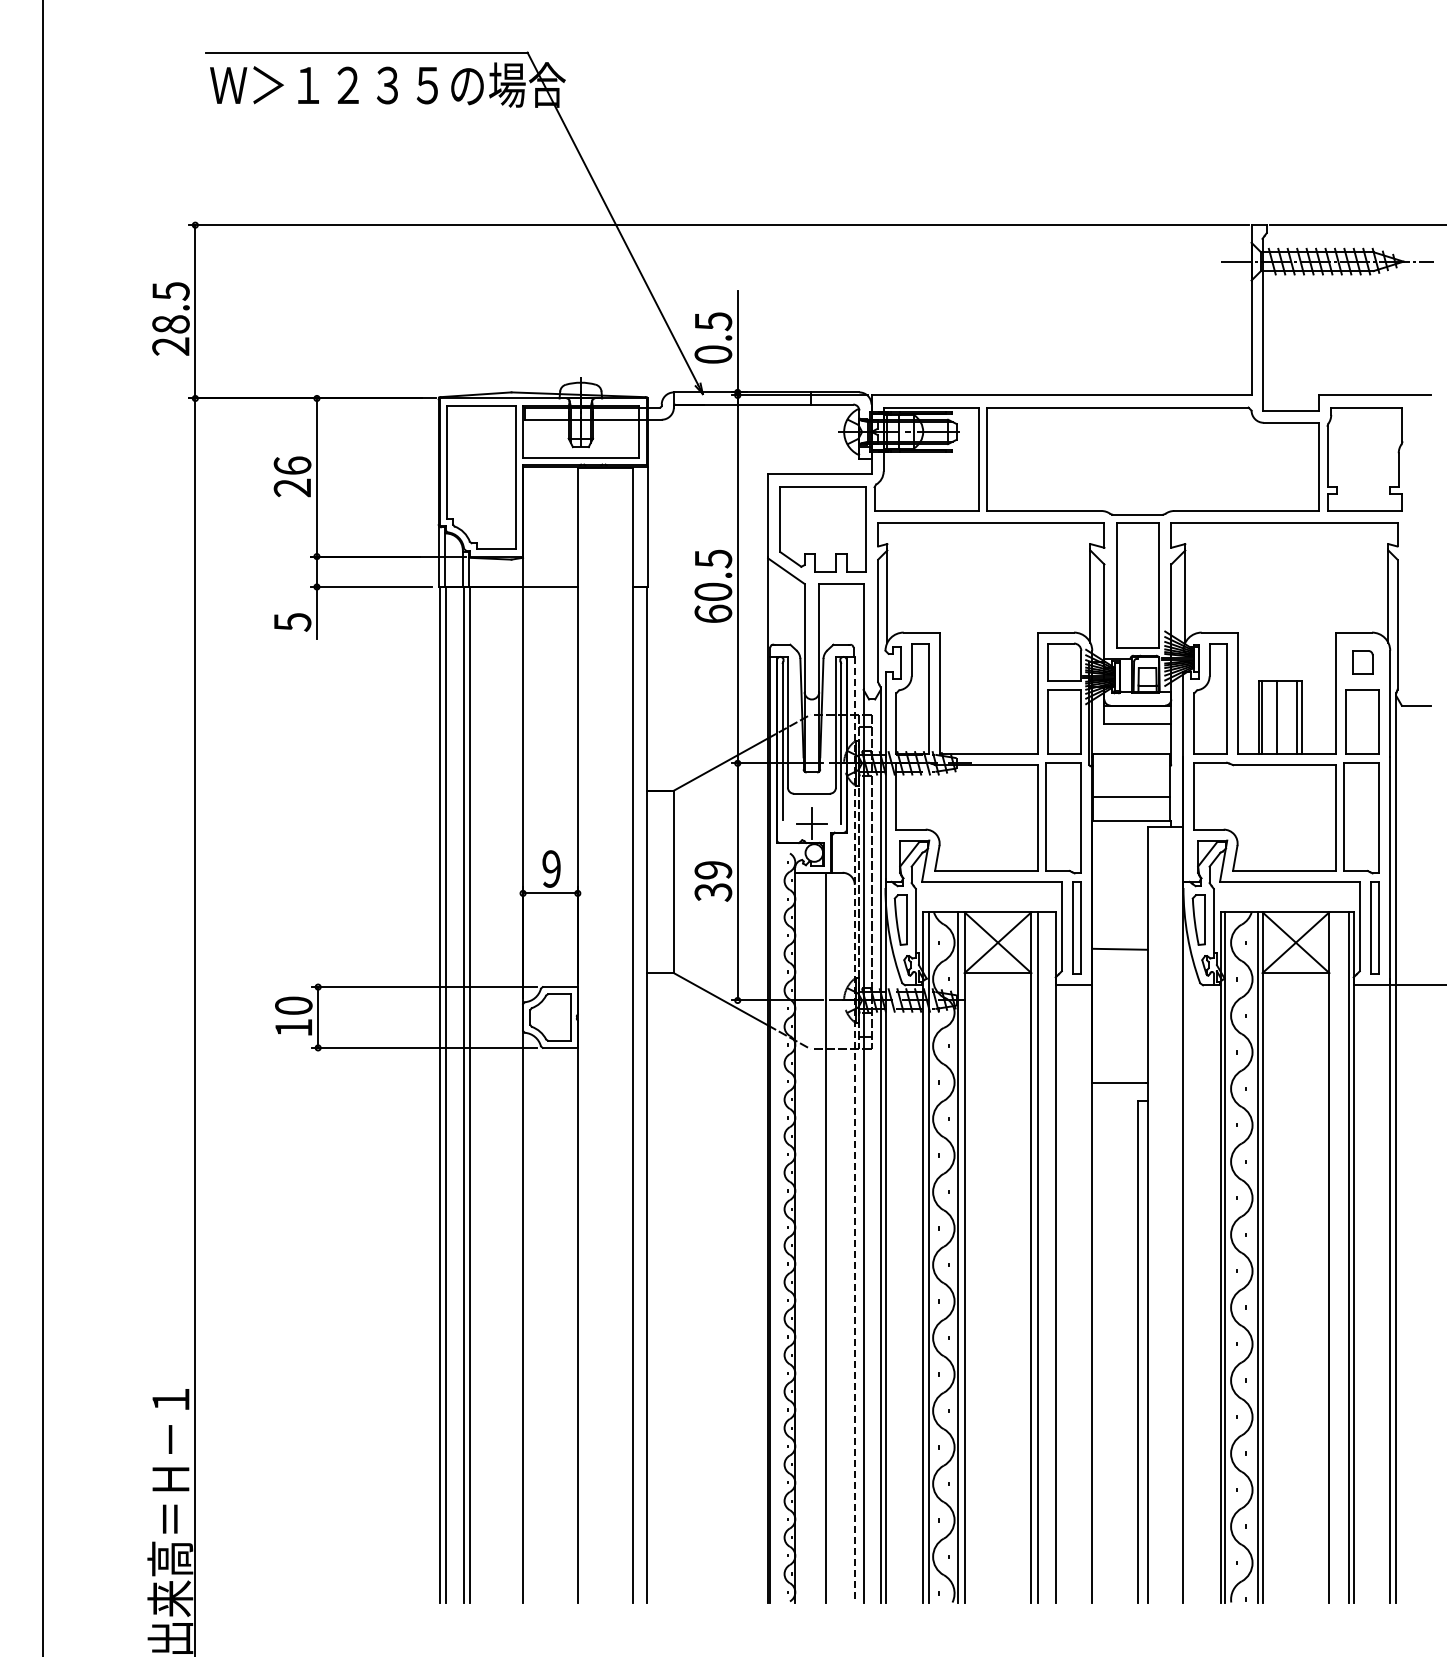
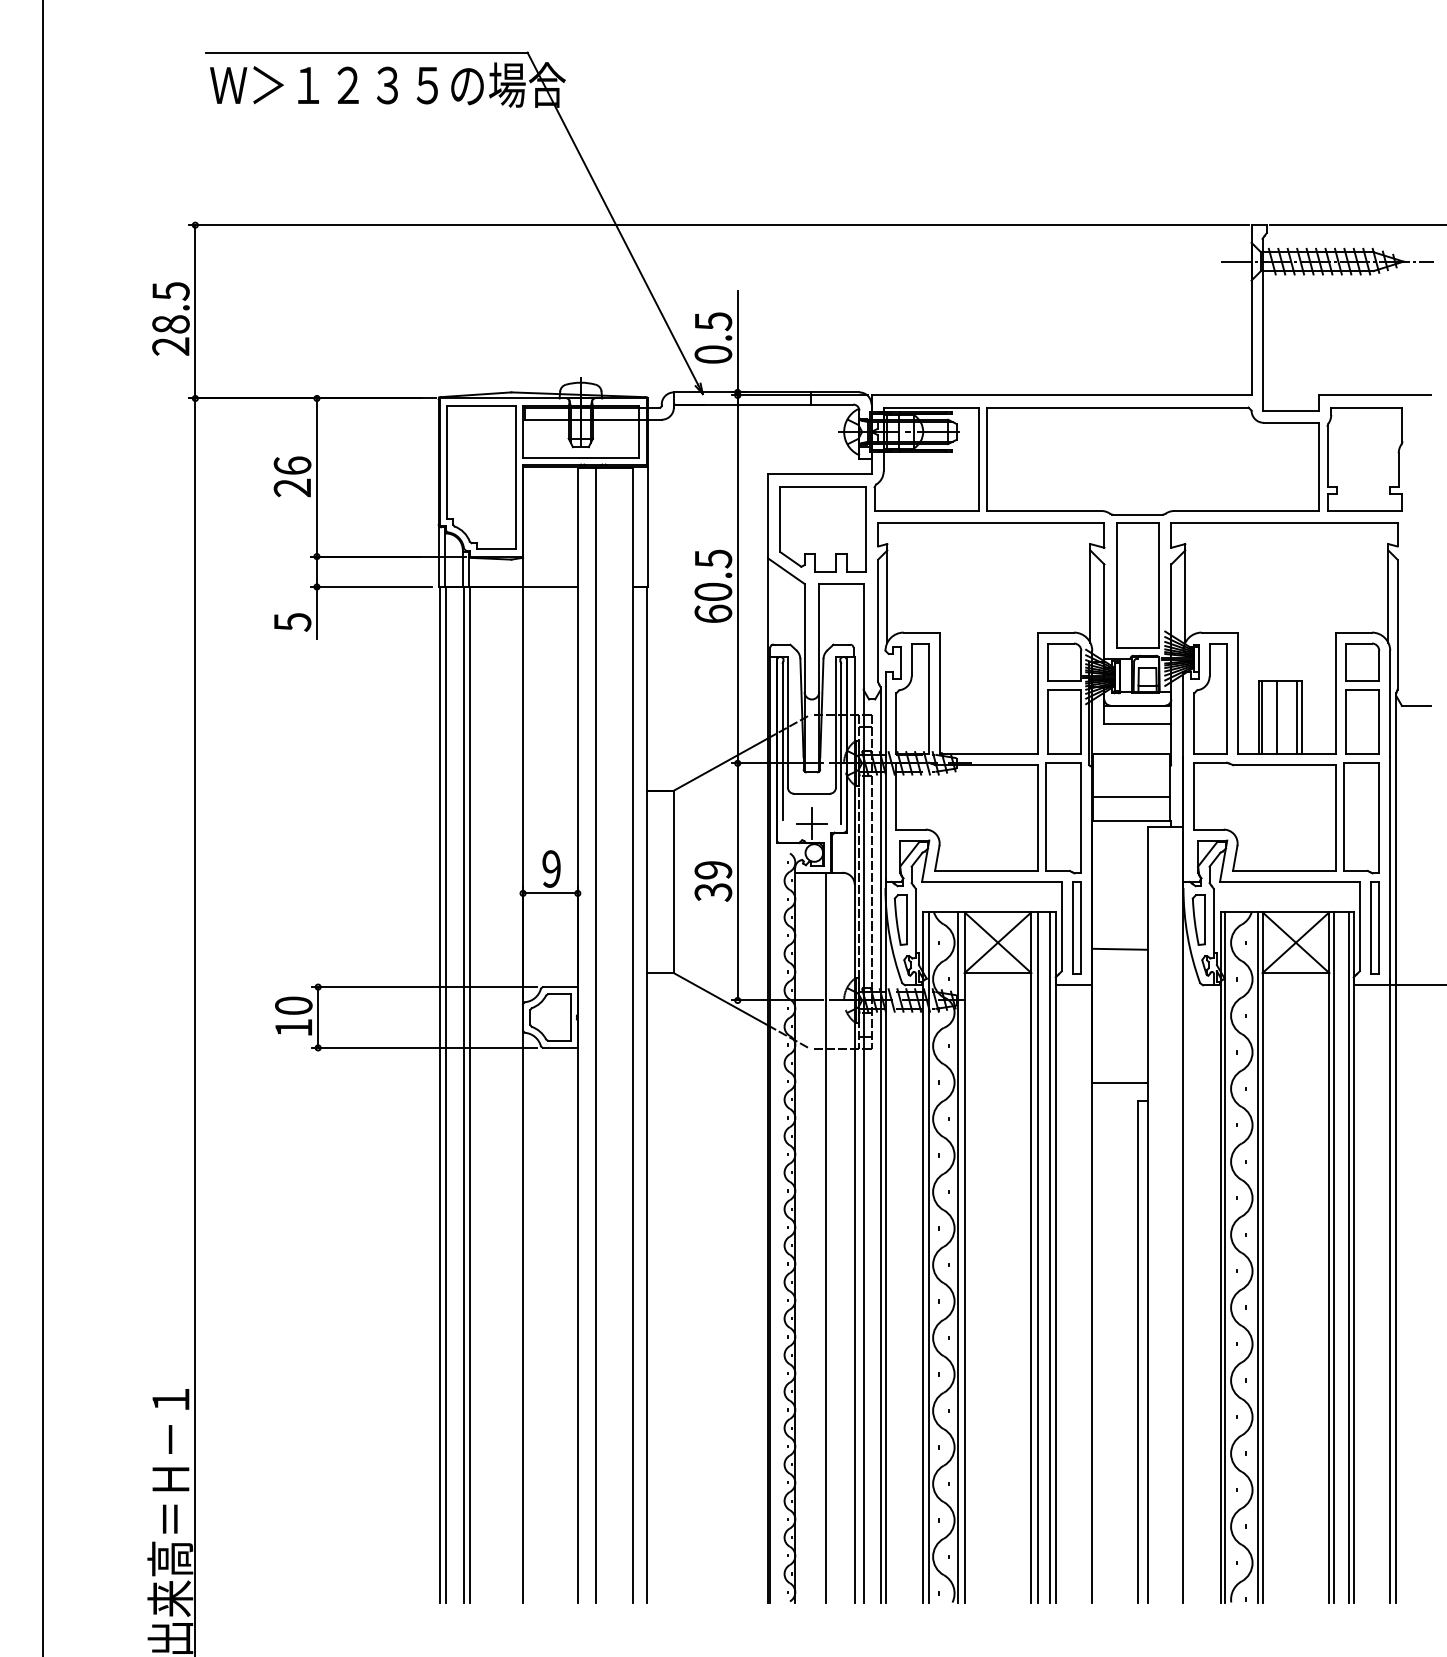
part at (1362, 662) size: 22x25 px -> 36x40 px
line at (596, 1035): none -> present
line at (854, 1129): dashed -> solid
line at (1049, 1257): none -> present
line at (1333, 1257): none -> present
